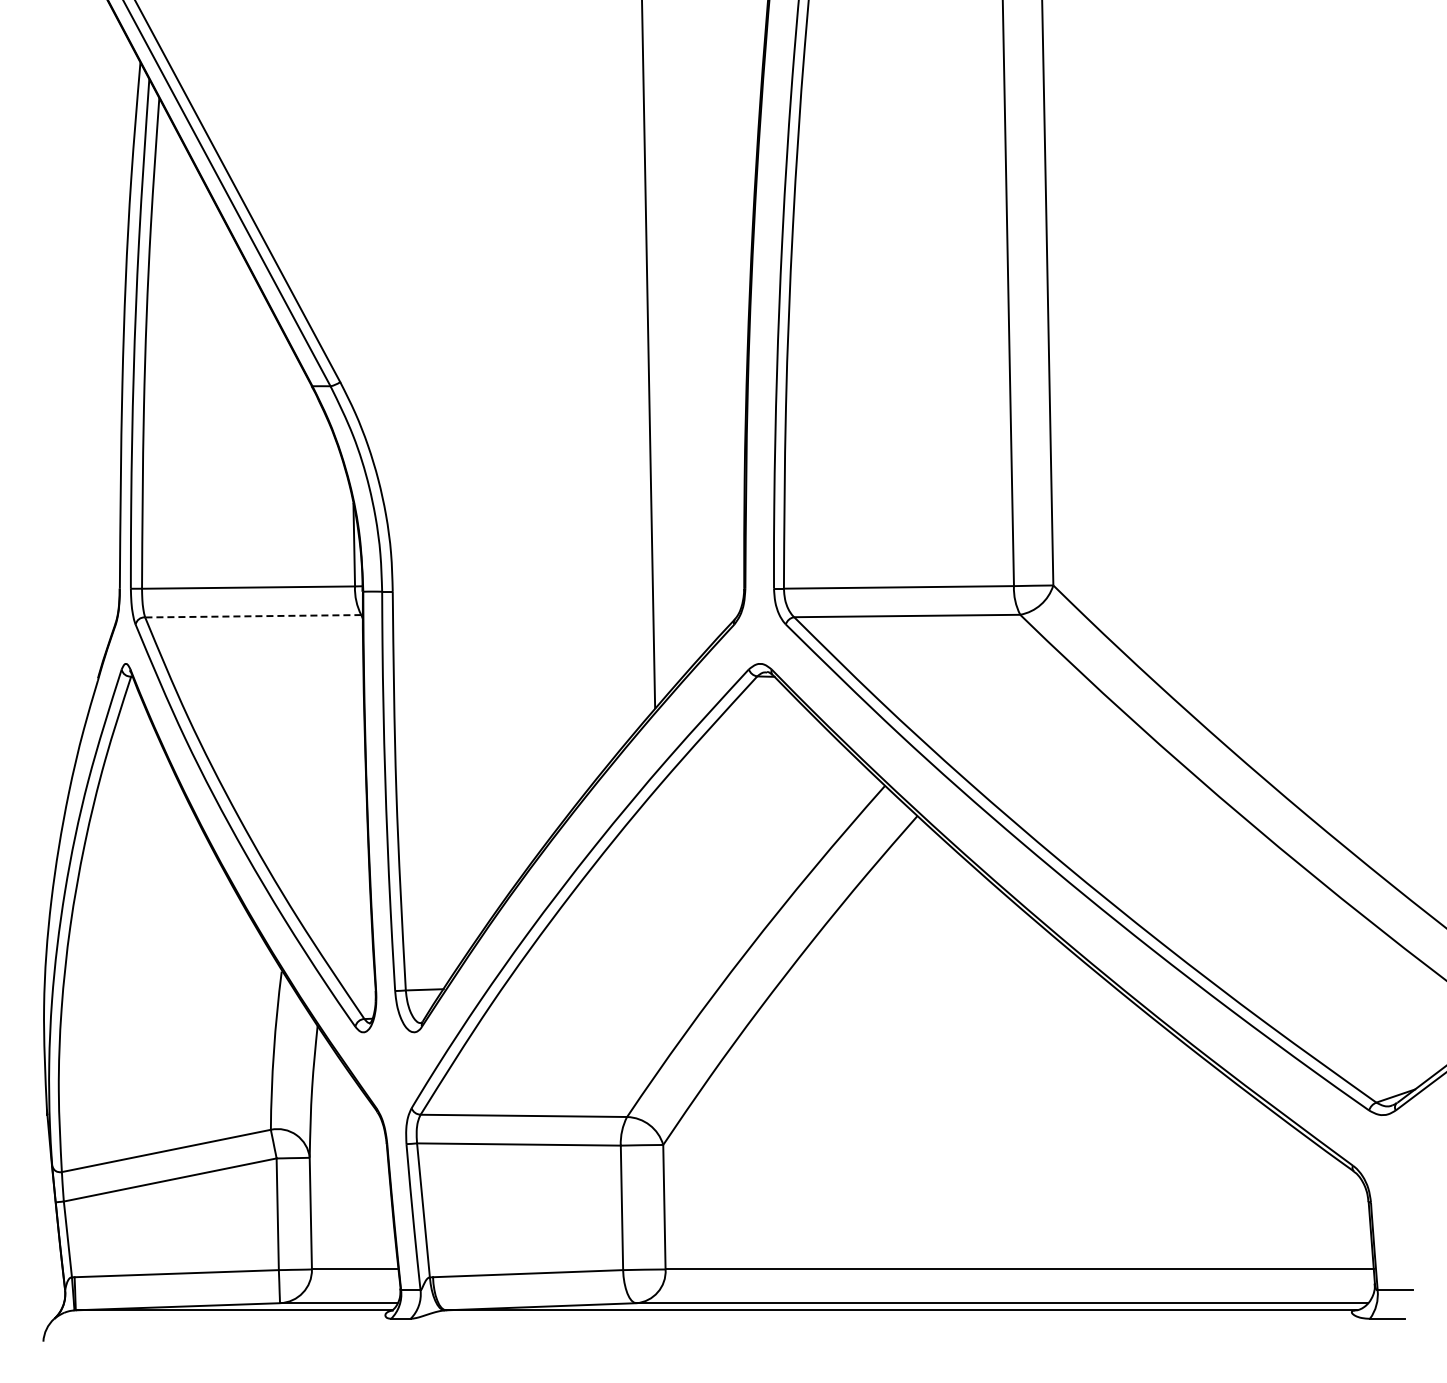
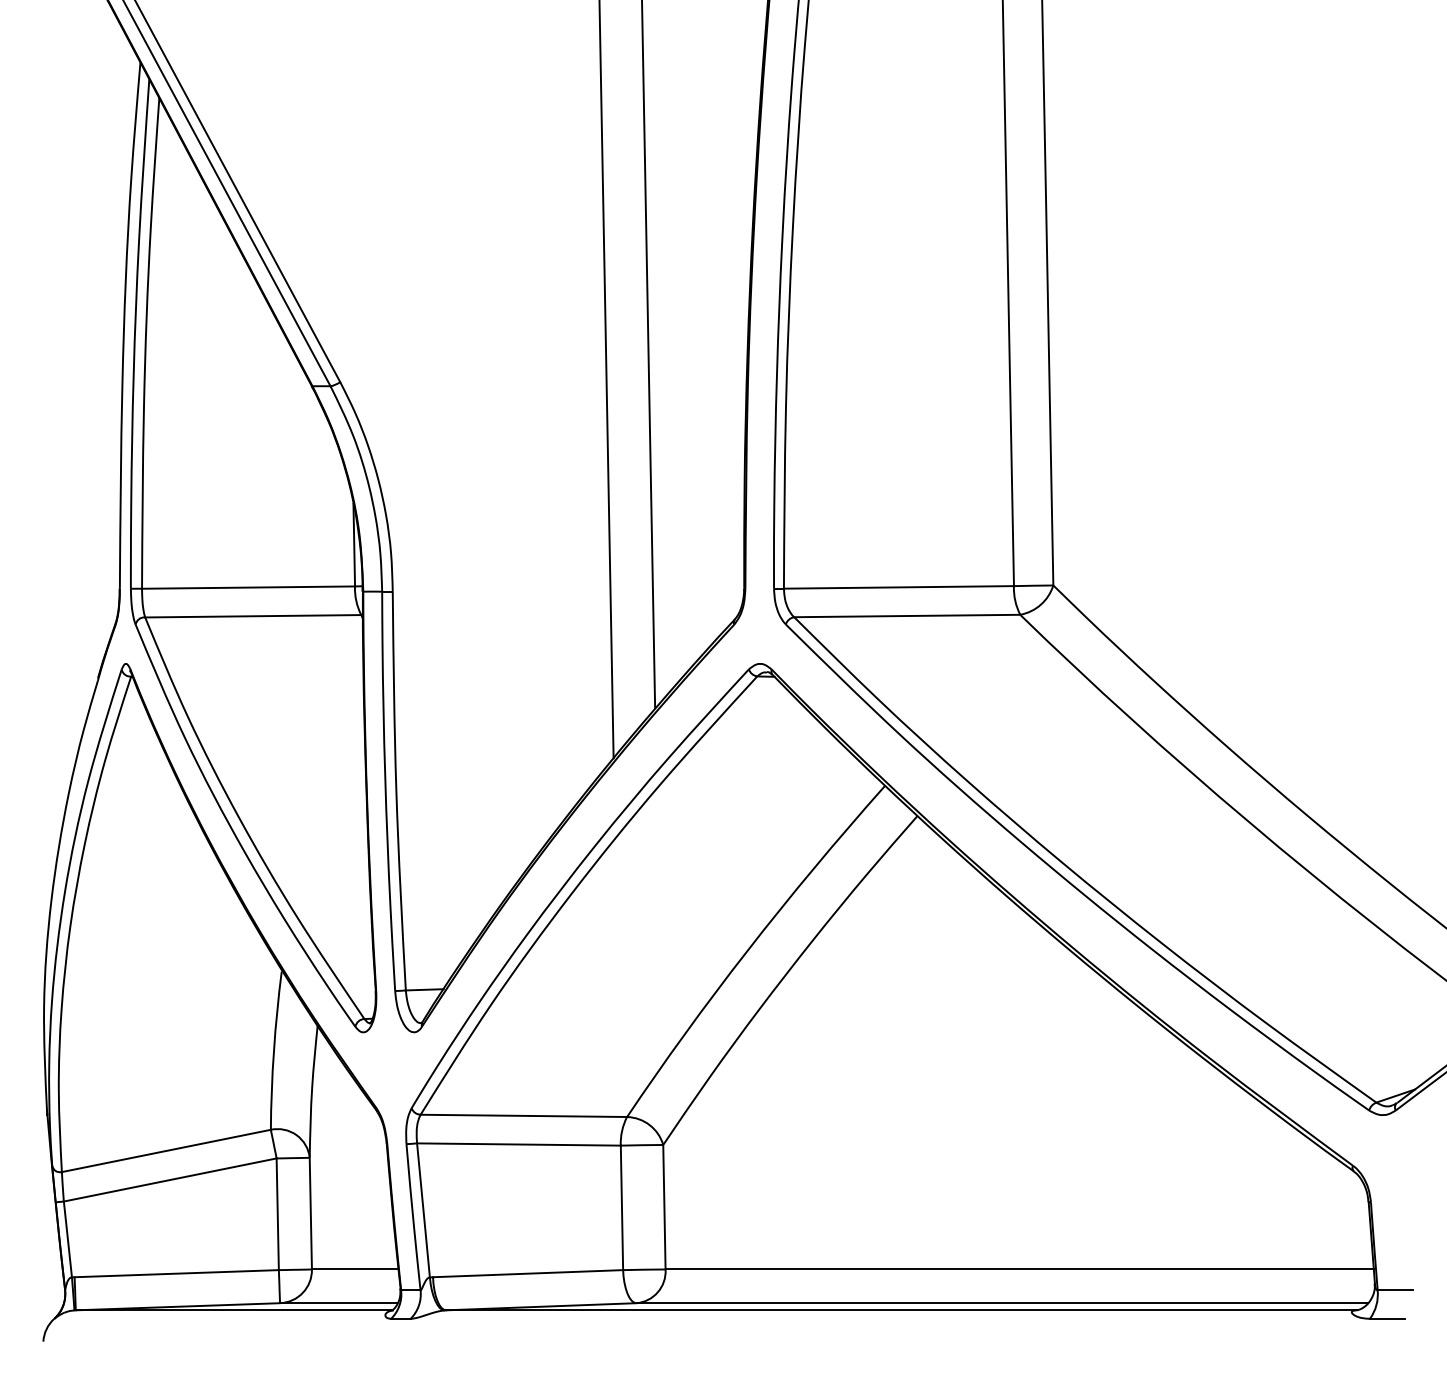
line at (606, 380): none -> present
line at (252, 616): dashed -> solid
